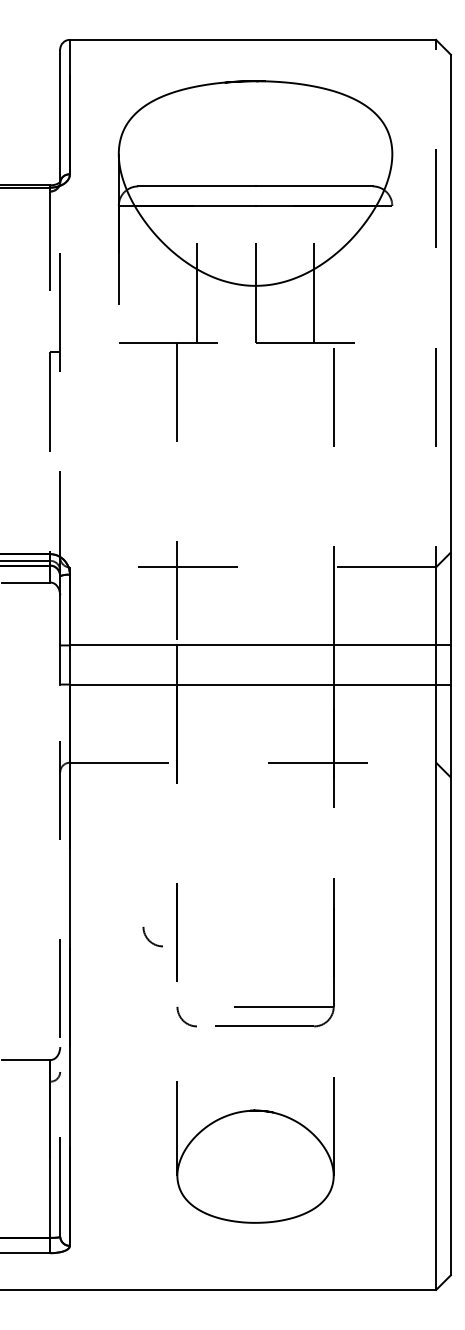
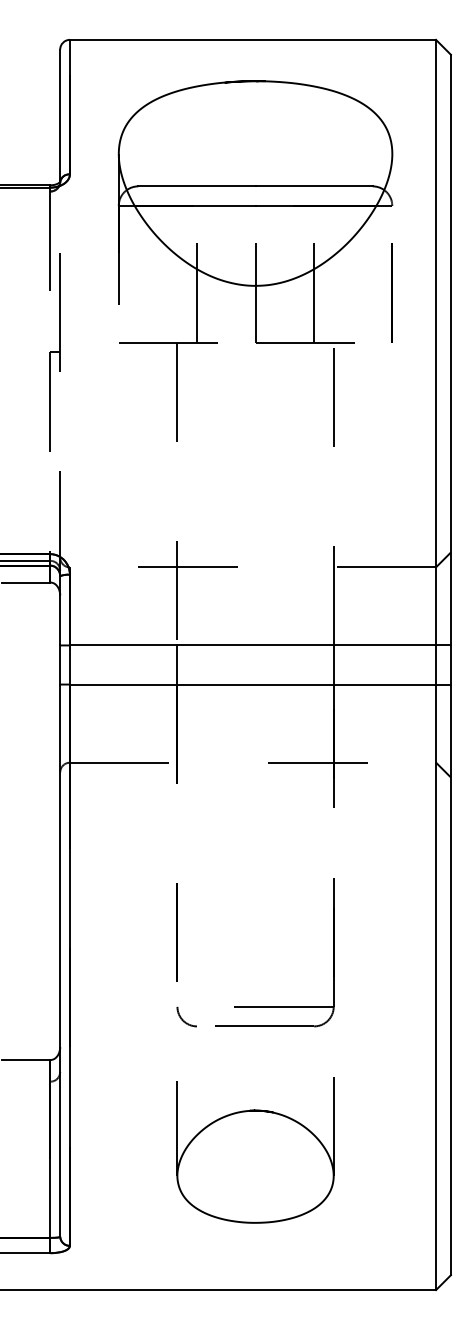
line at (391, 292): none -> present
line at (436, 342): dashed -> solid
arc at (149, 939): present -> none
line at (60, 960): dashed -> solid
